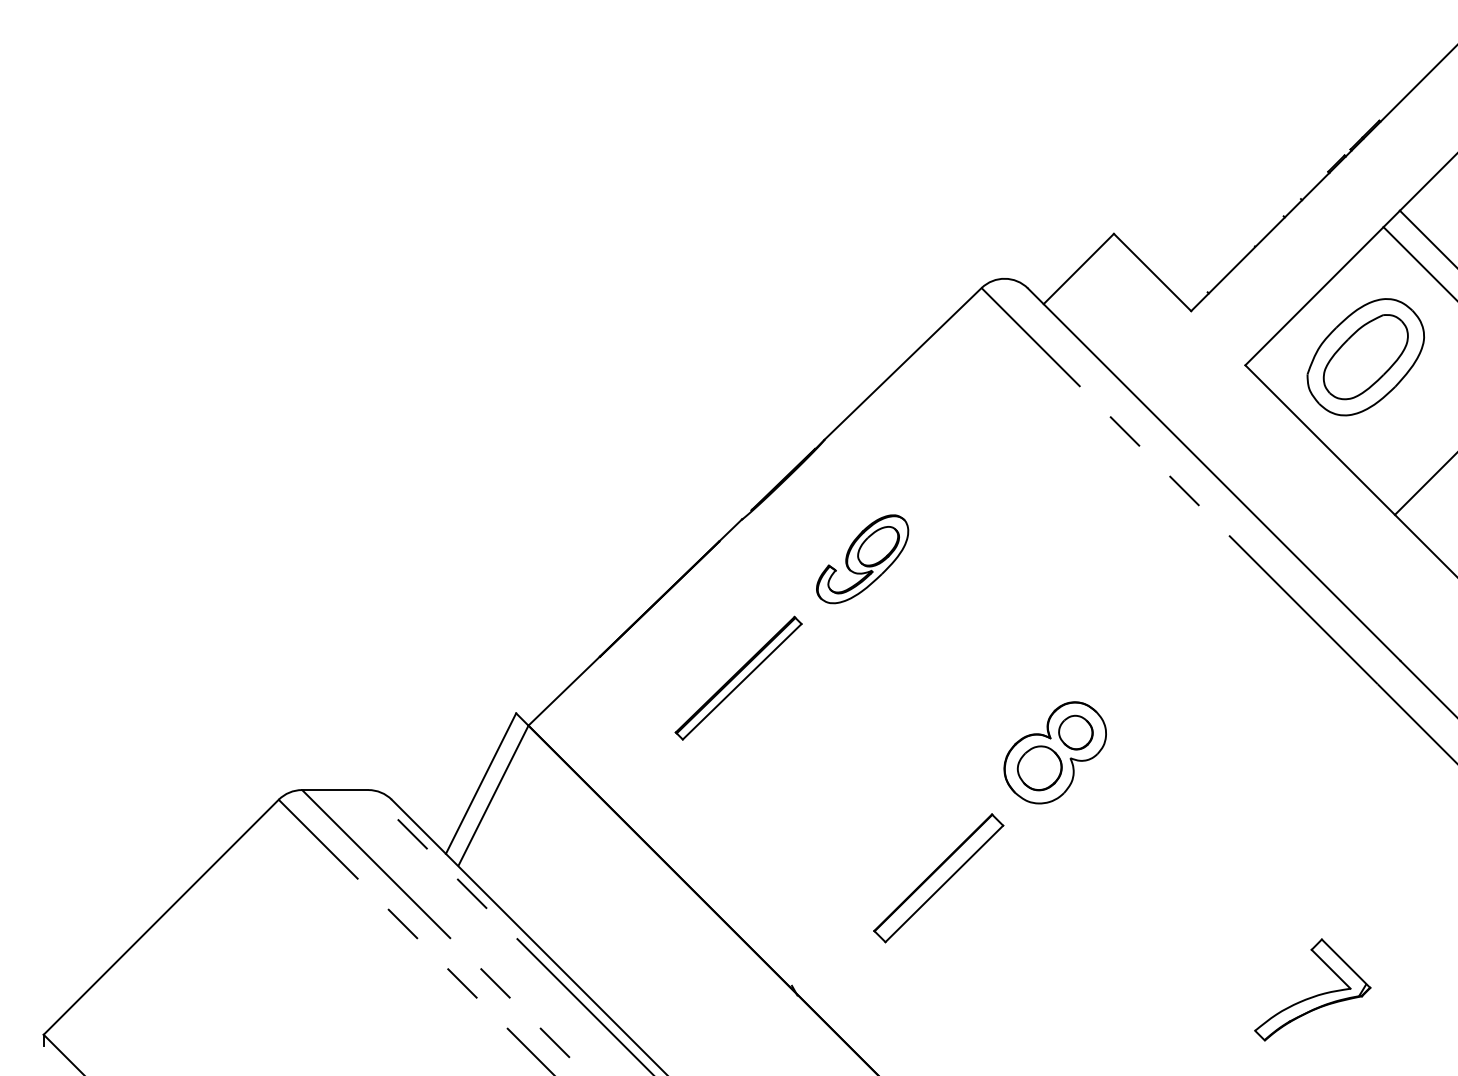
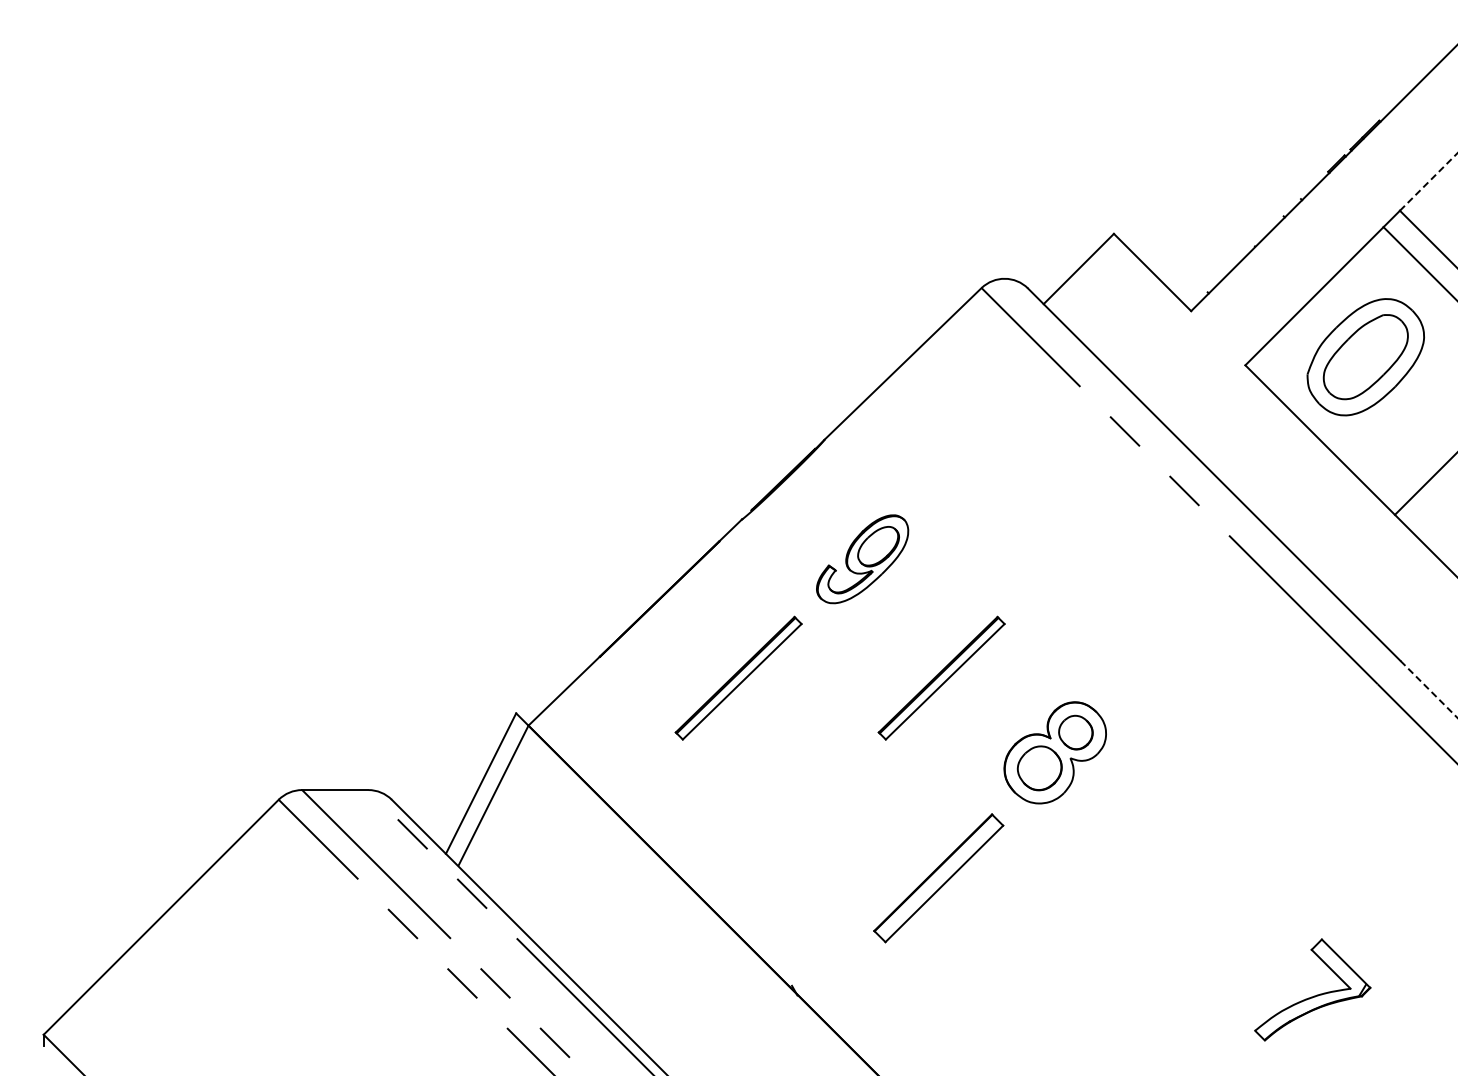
line at (1428, 181): solid -> dashed
part at (941, 677): none -> present
line at (1429, 689): solid -> dashed
